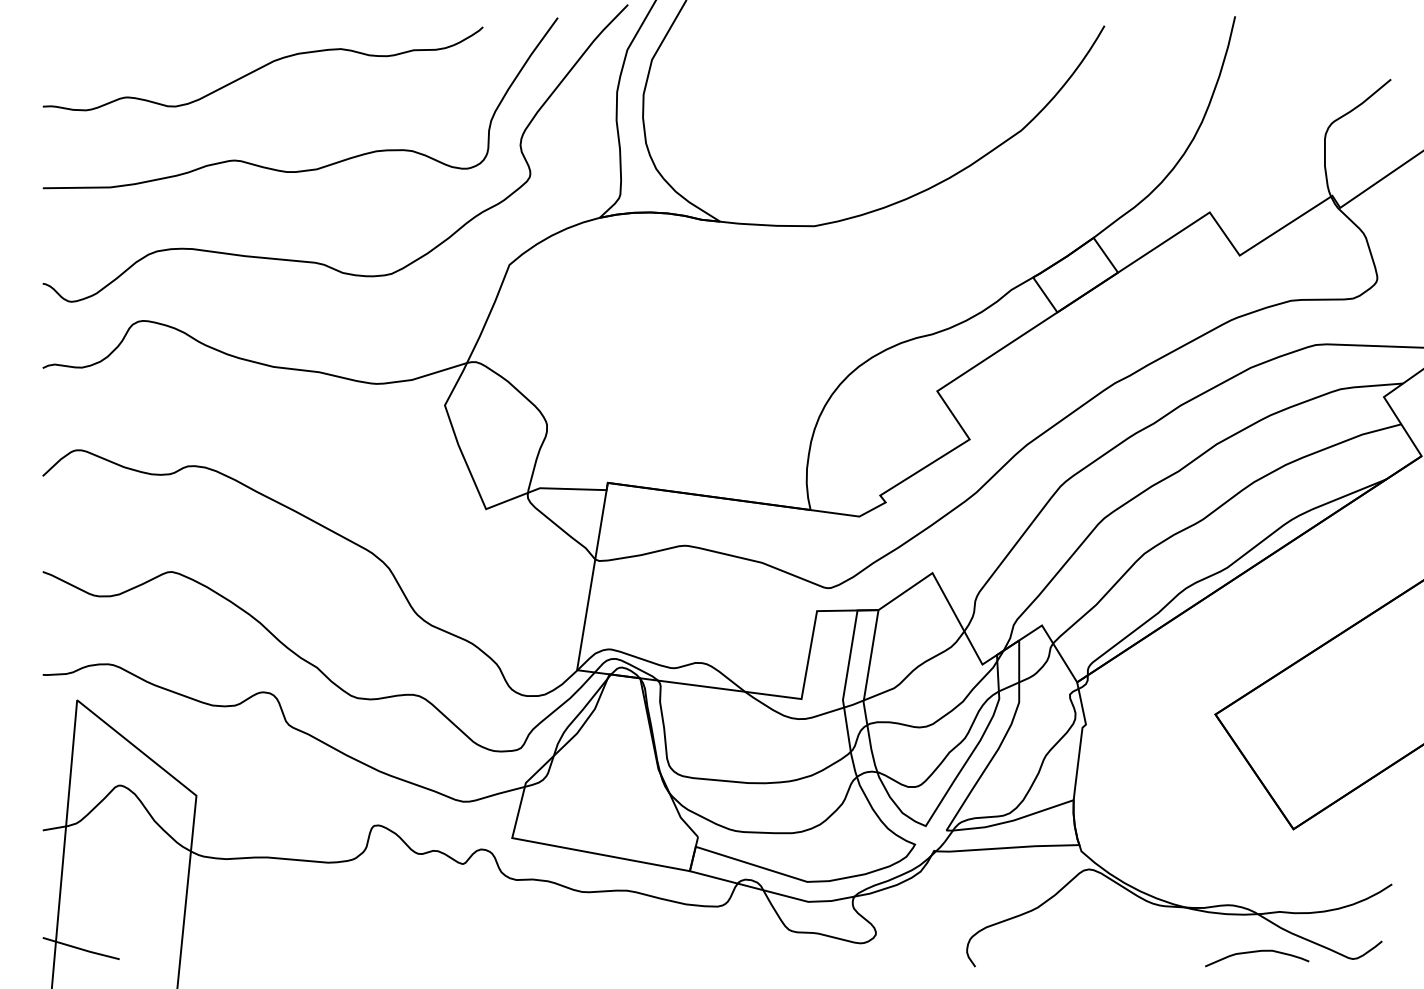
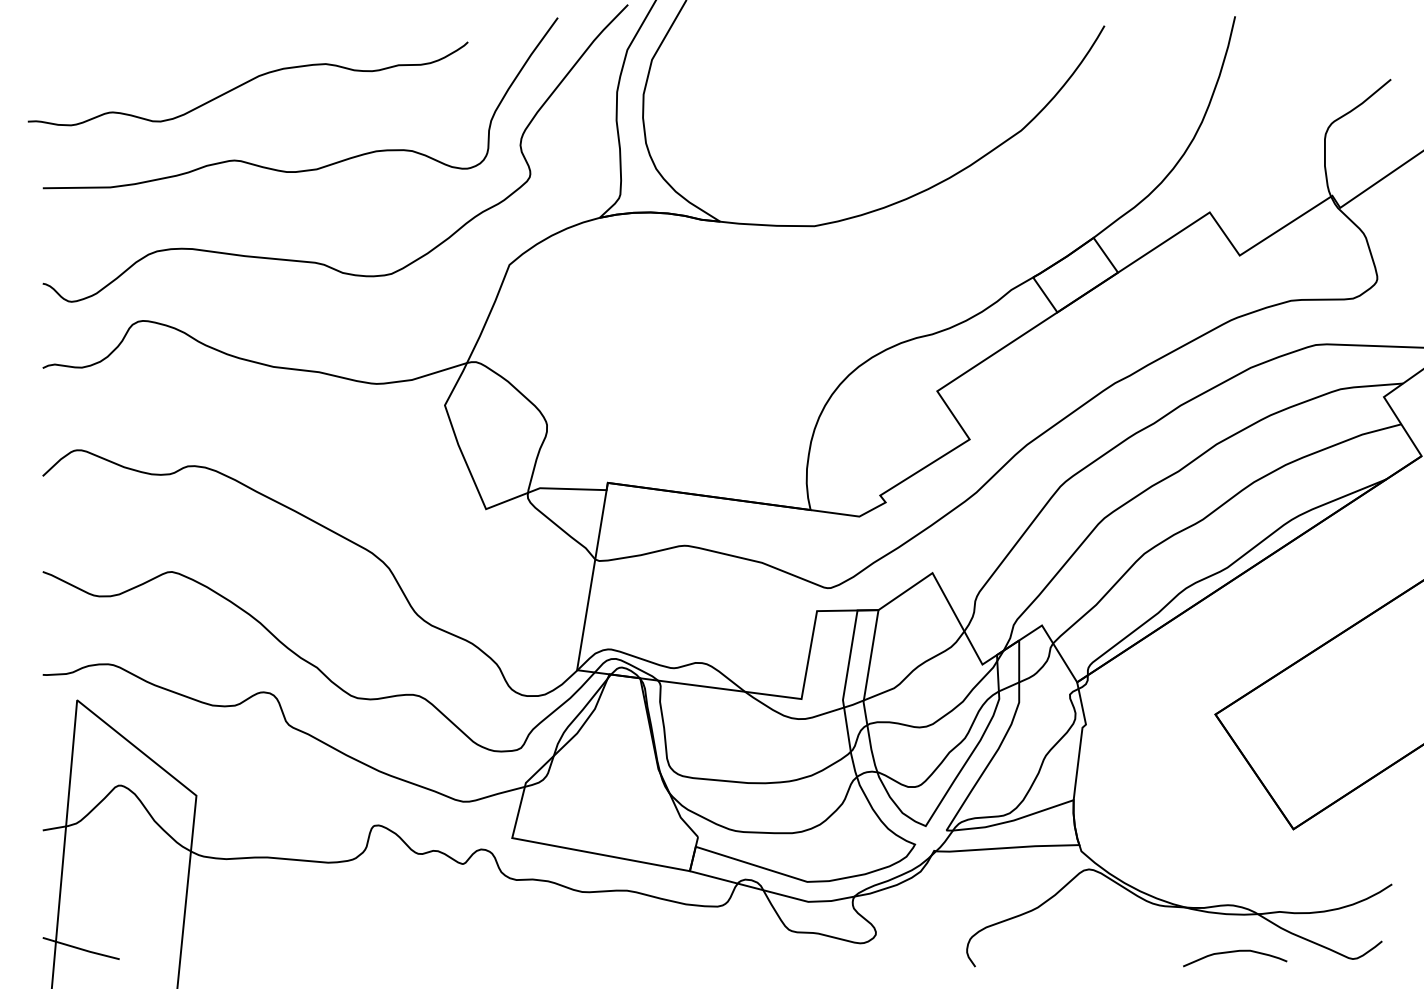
curve at (262, 67) position: (262, 67) -> (247, 82)
curve at (1257, 952) position: (1257, 952) -> (1235, 952)
